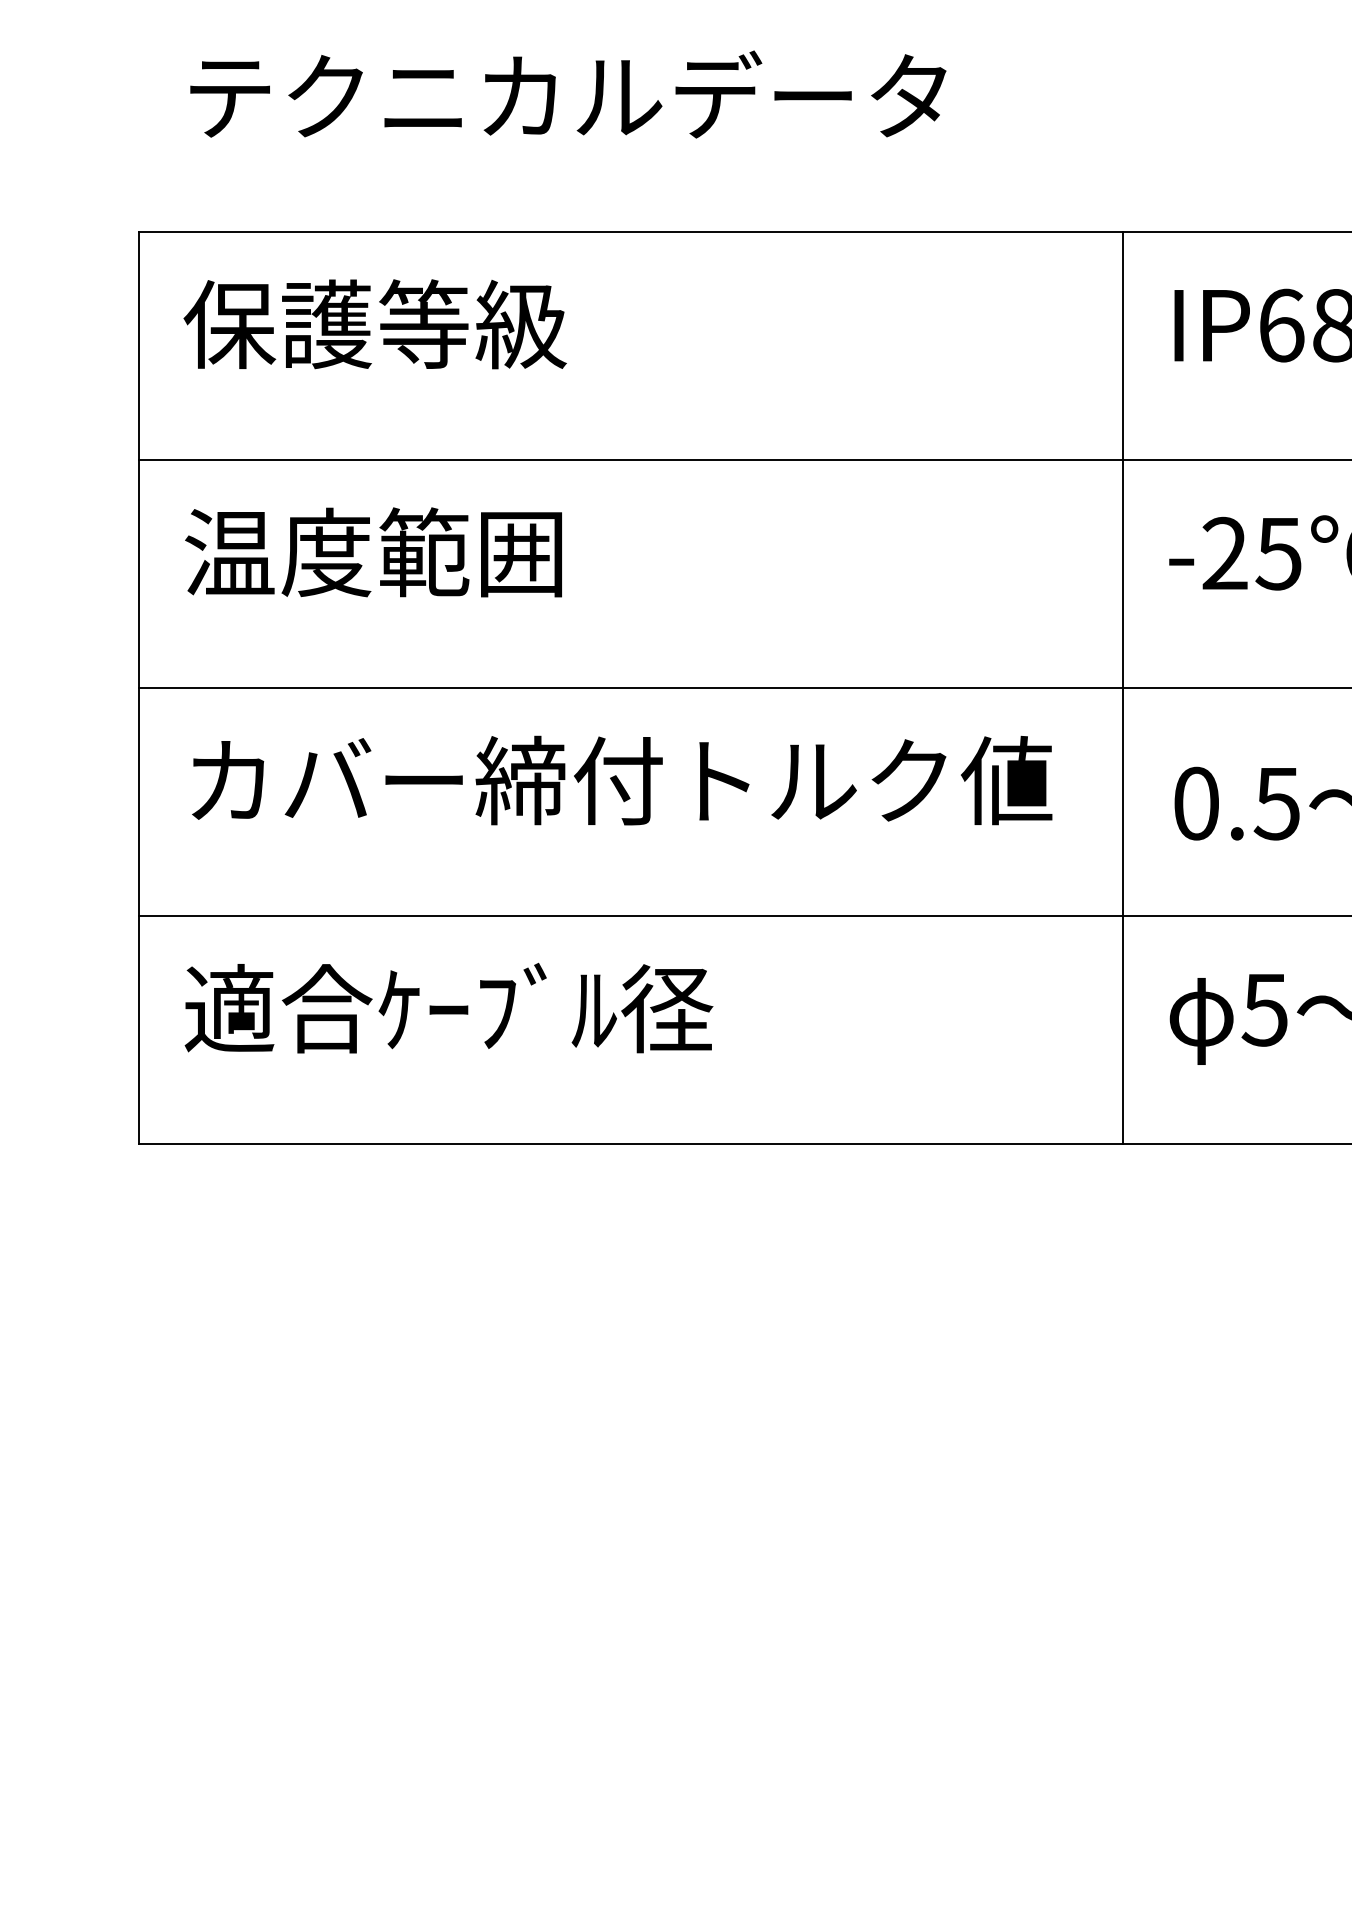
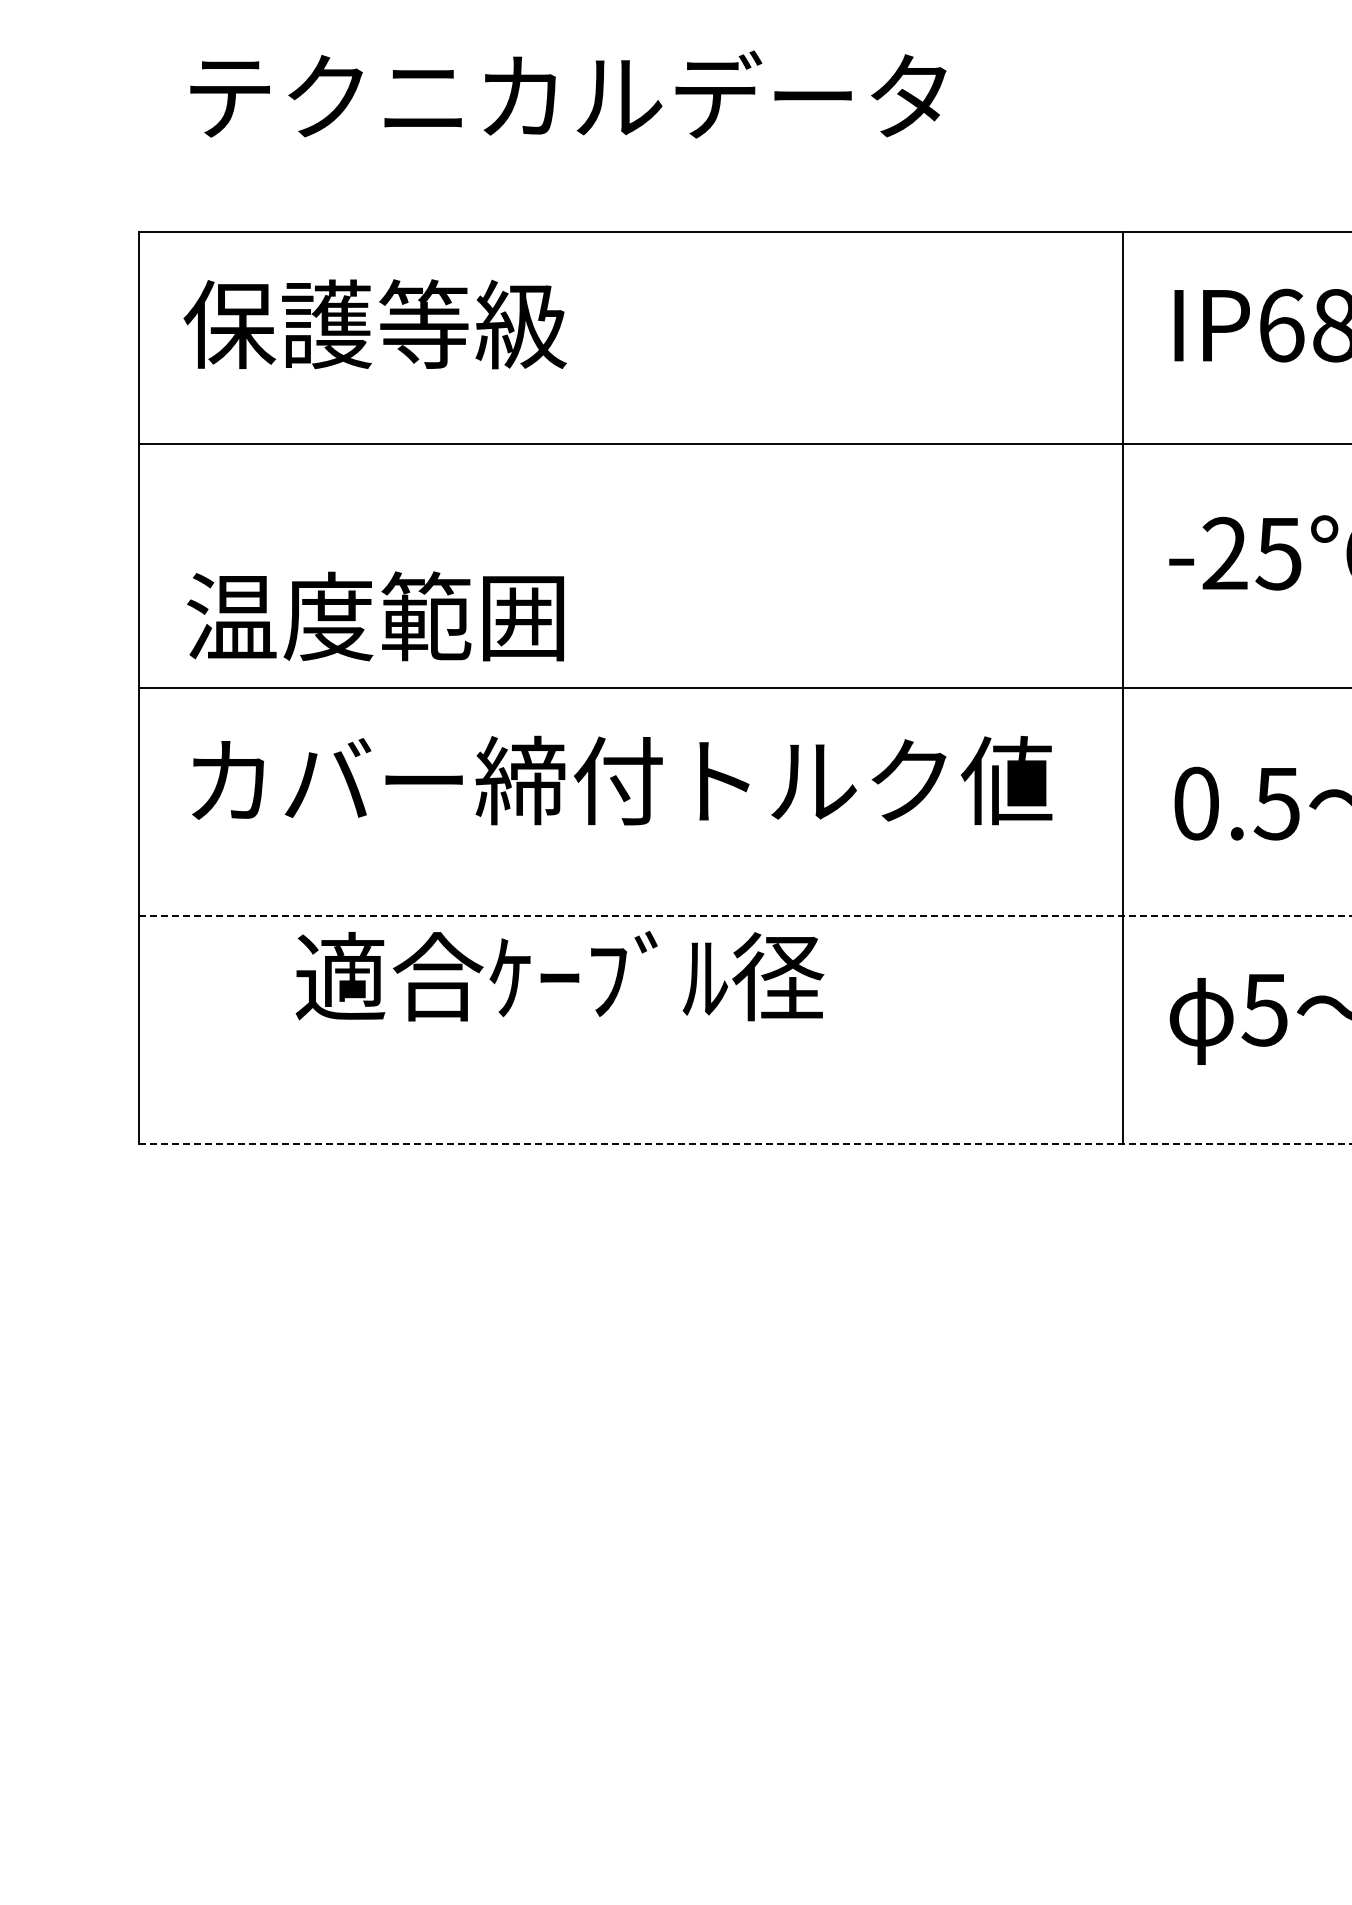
line at (743, 460) position: (743, 460) -> (743, 444)
text at (373, 552) position: (373, 552) -> (375, 616)
line at (745, 916): solid -> dashed
text at (448, 1007) position: (448, 1007) -> (559, 975)
line at (745, 1144): solid -> dashed
